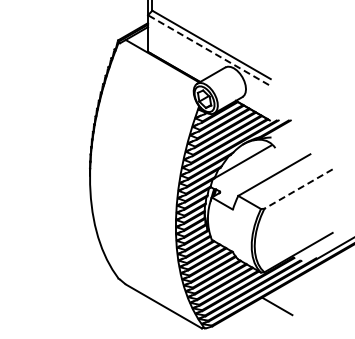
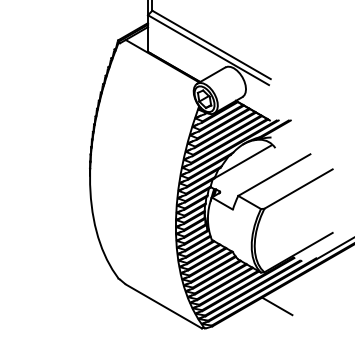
line at (208, 50): dashed -> solid
line at (298, 189): dashed -> solid
